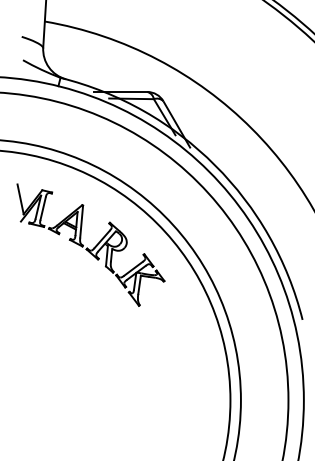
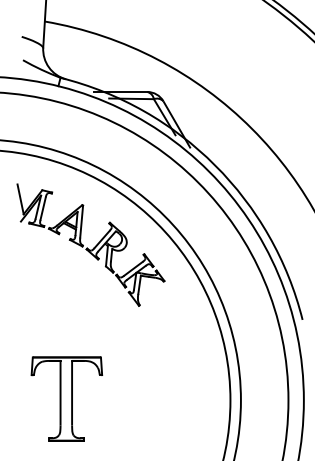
part at (66, 398): none -> present
